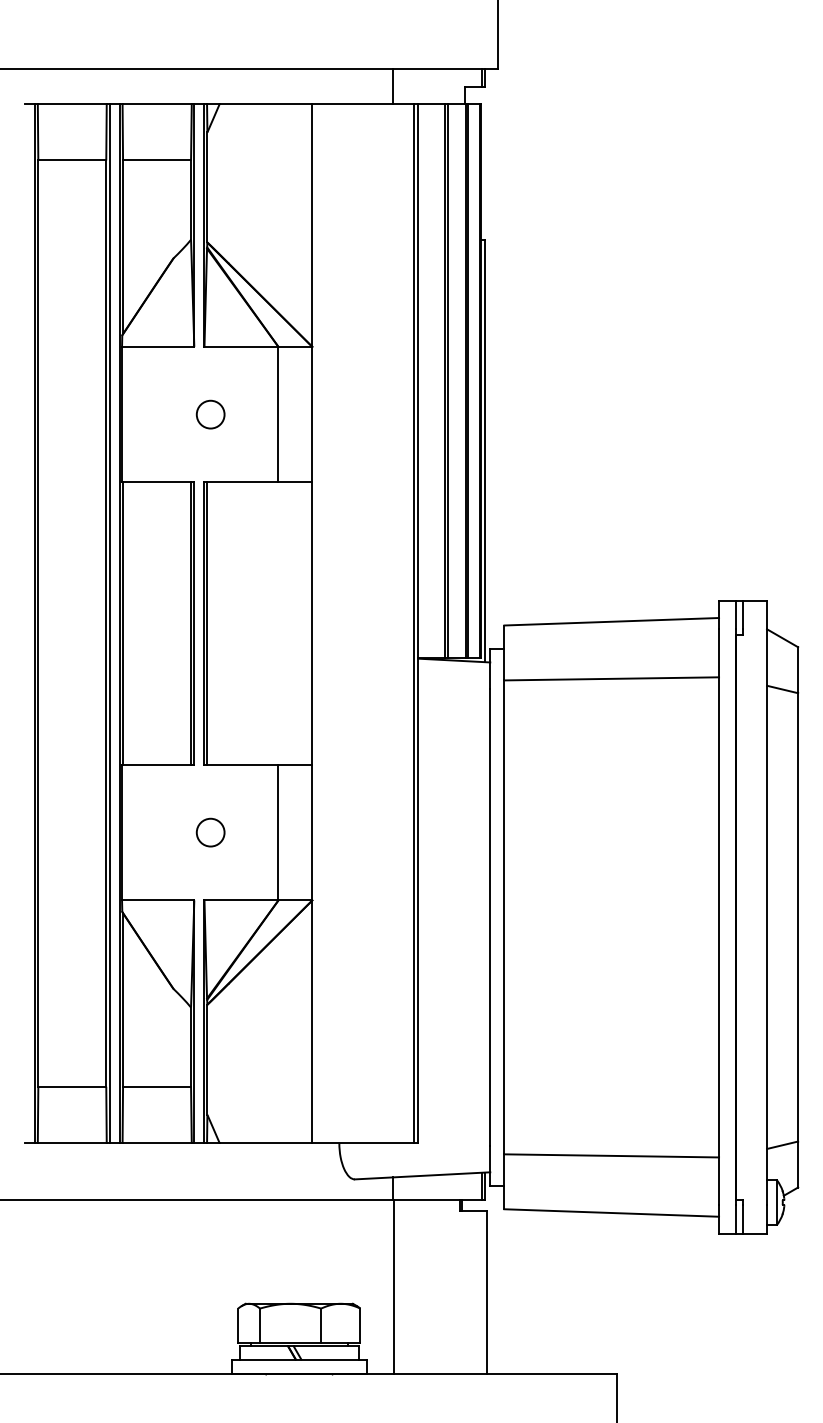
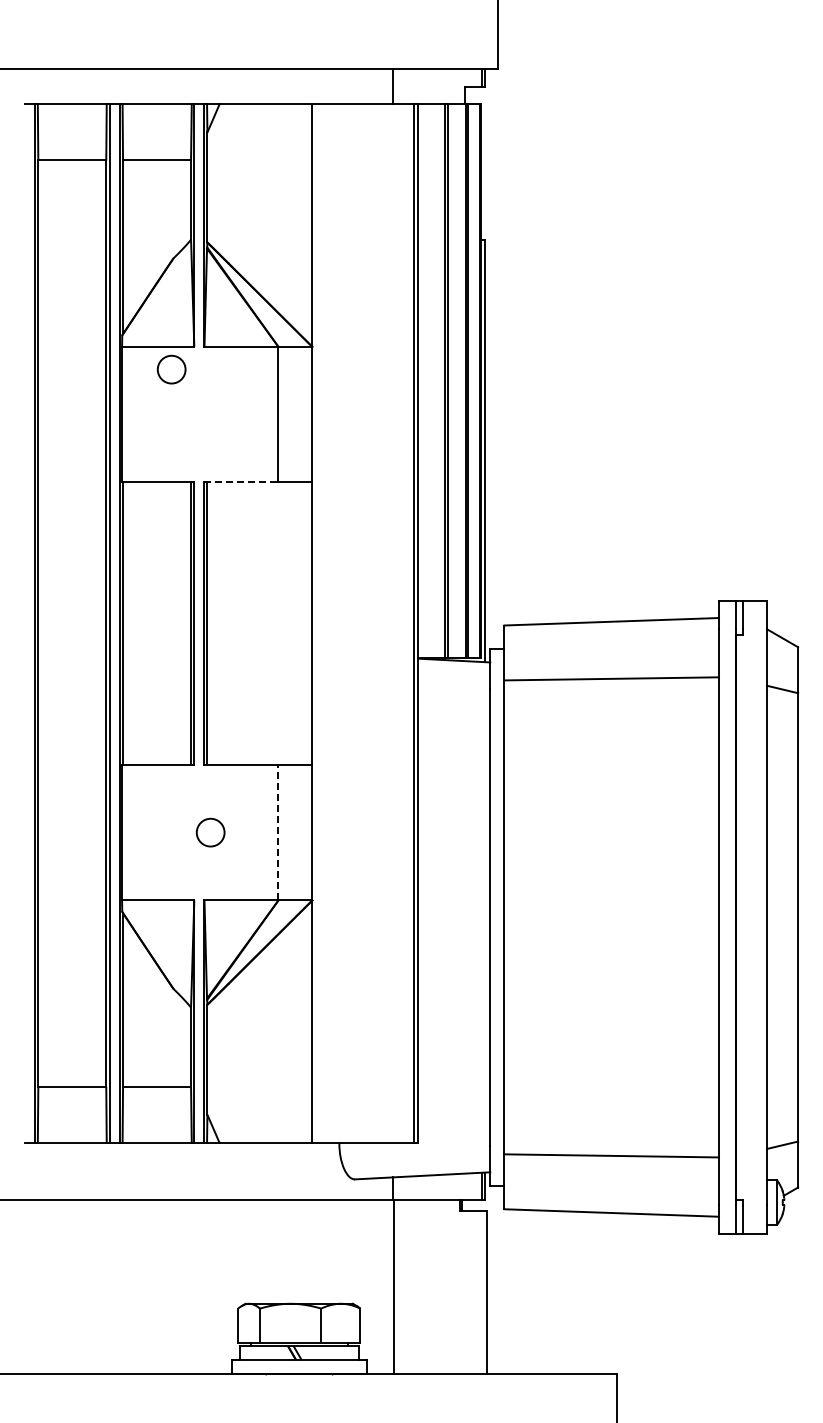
circle at (210, 414) position: (210, 414) -> (171, 369)
line at (241, 482): solid -> dashed
line at (278, 832): solid -> dashed
